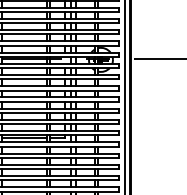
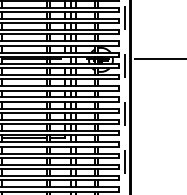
line at (125, 97): solid -> dashed
